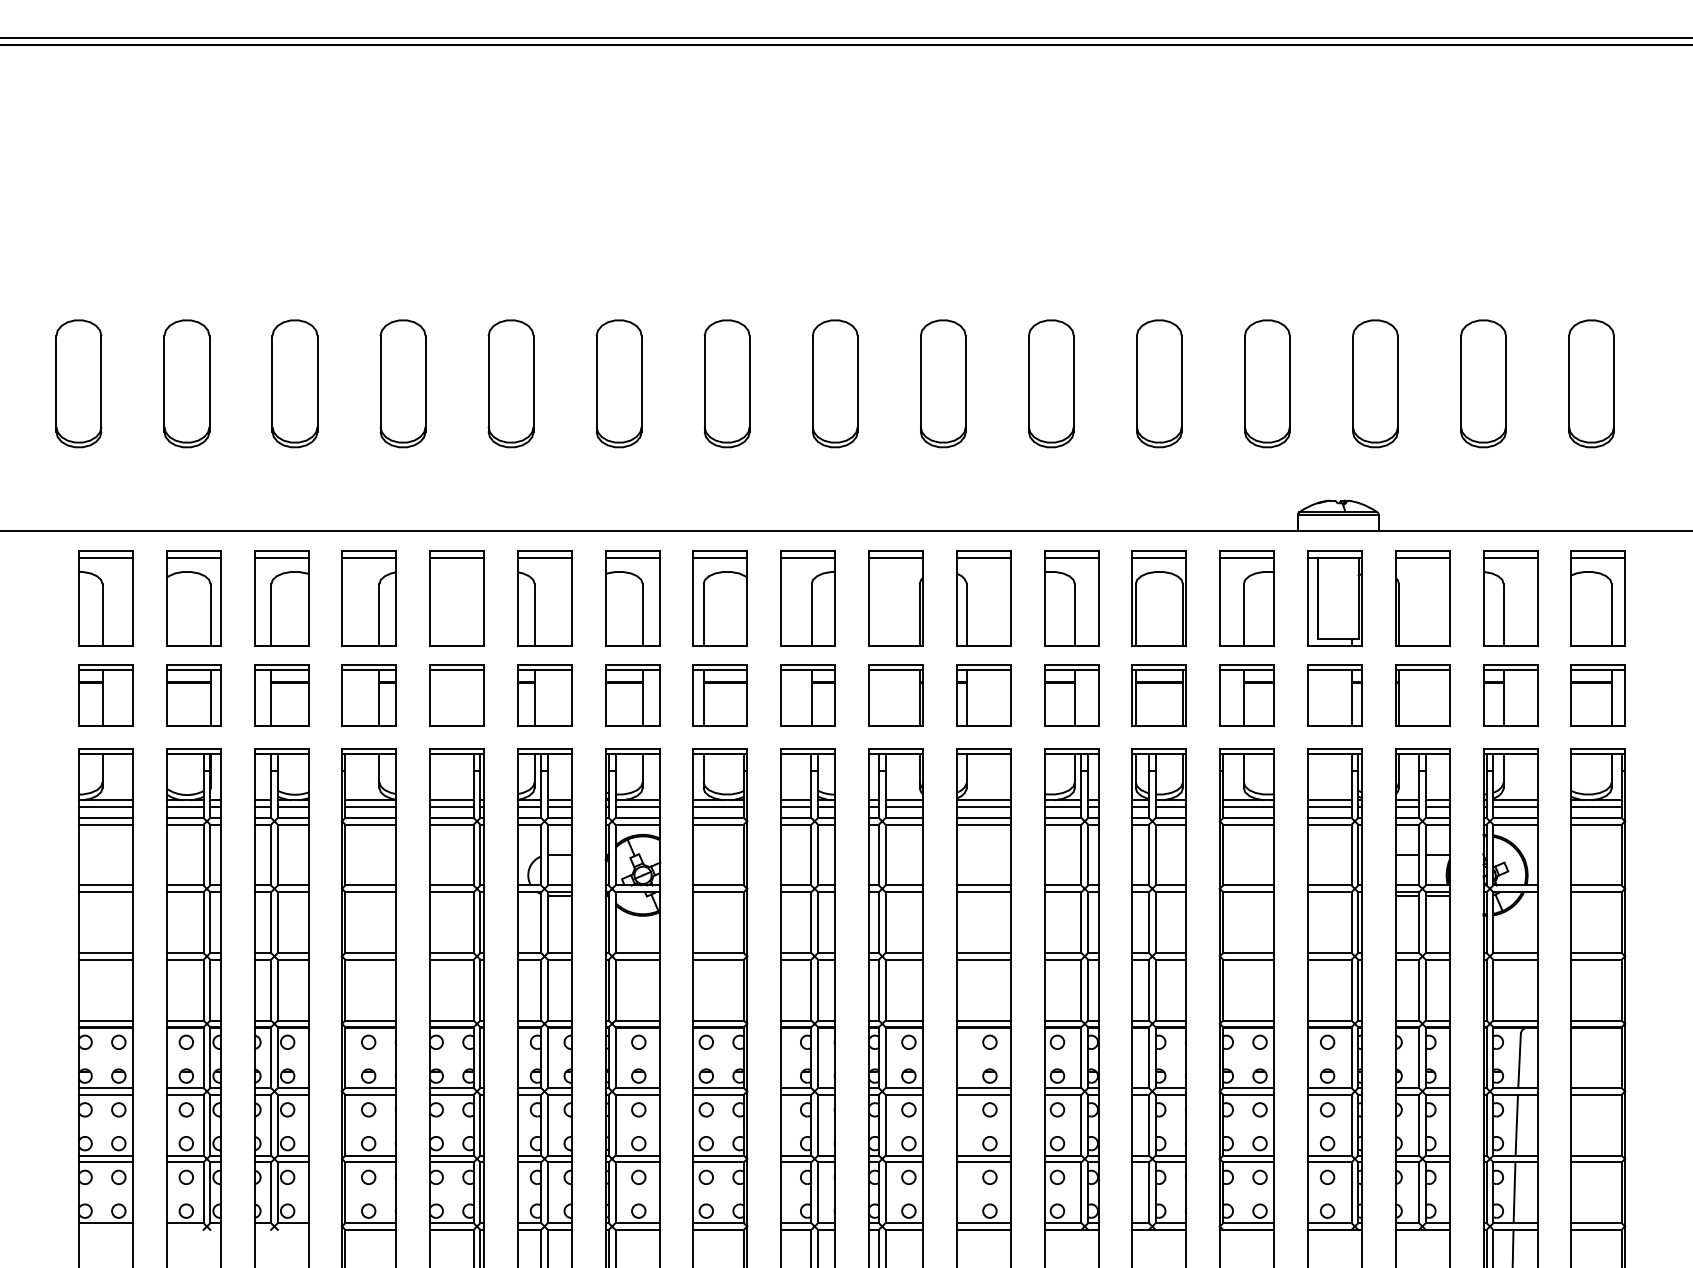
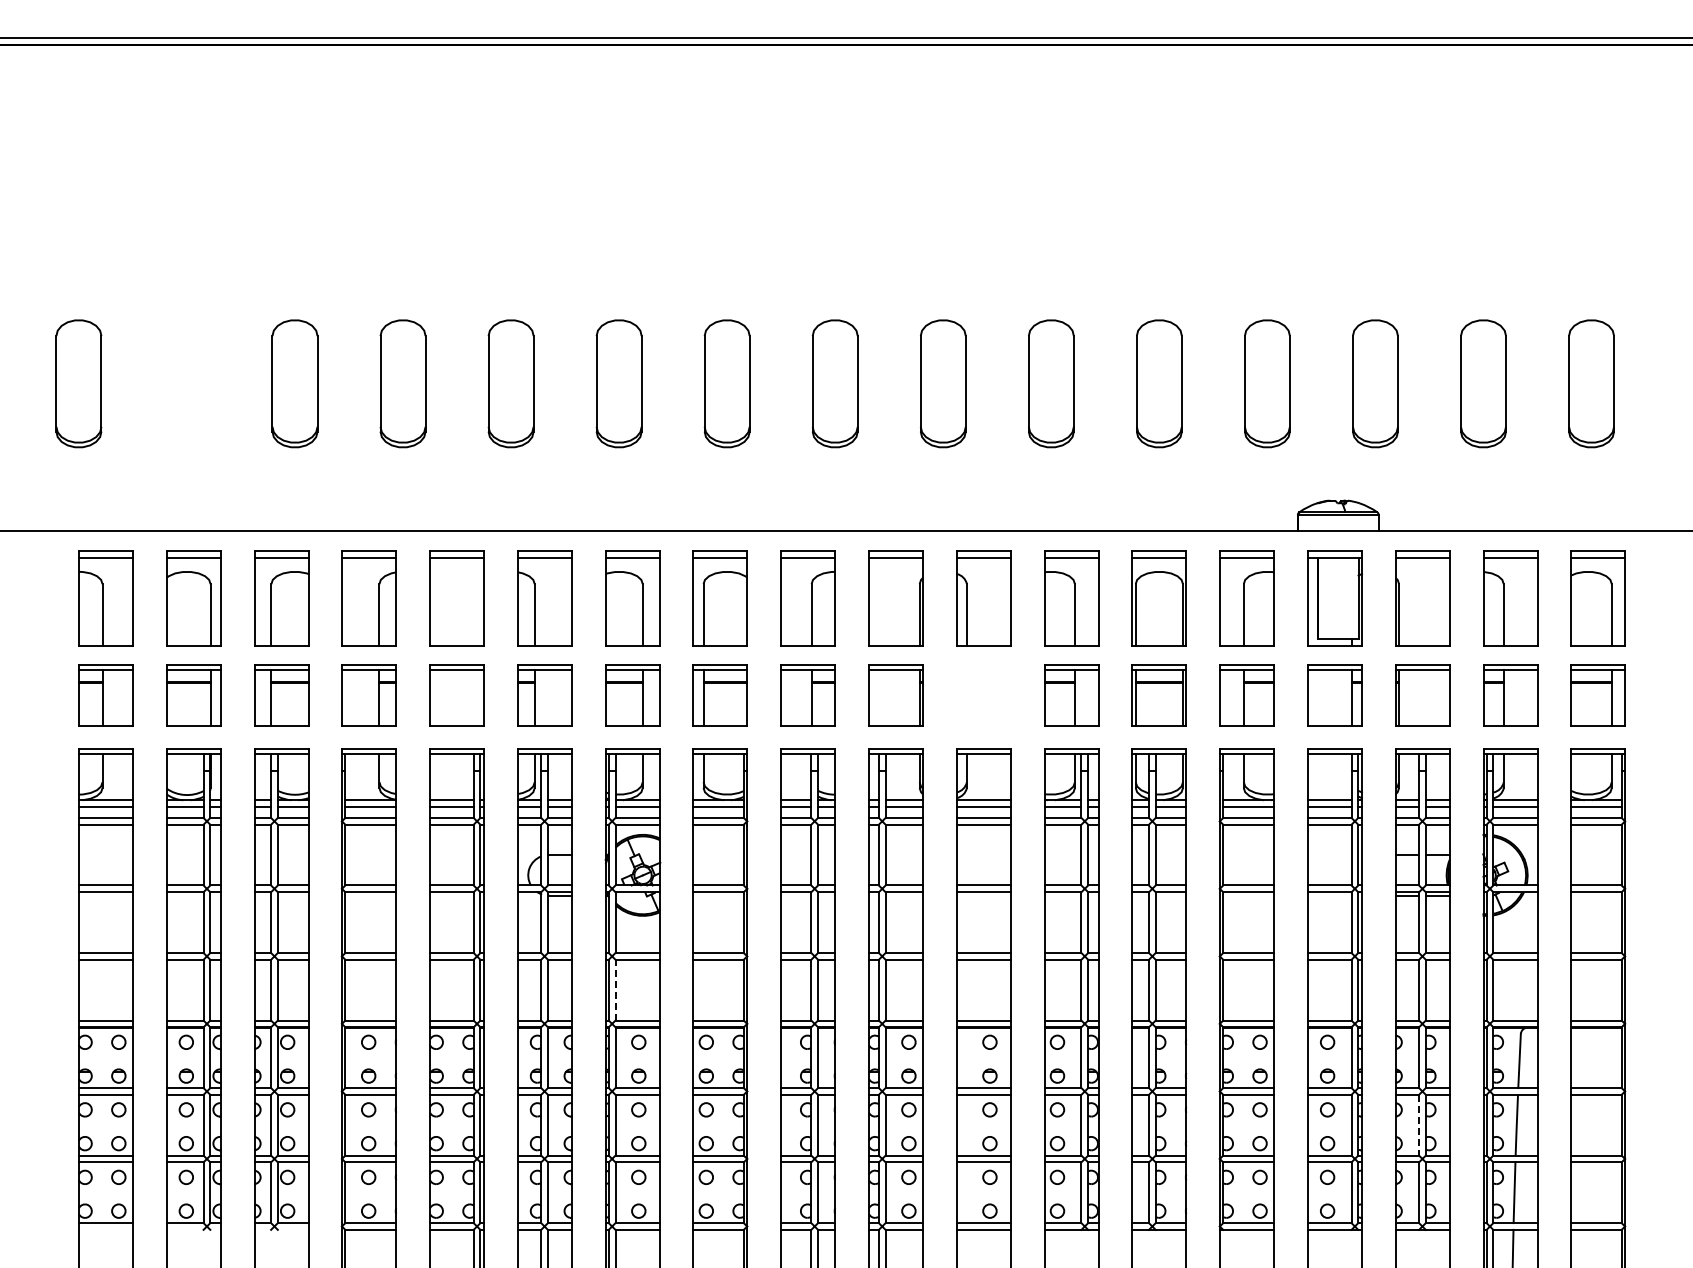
part at (186, 383): present -> none
part at (983, 695): present -> none
line at (615, 989): solid -> dashed
line at (1419, 1125): solid -> dashed
